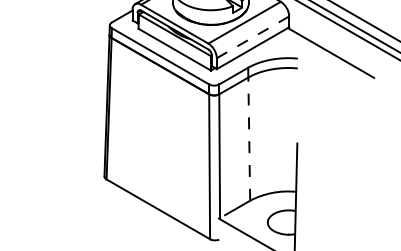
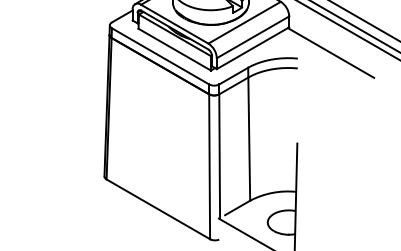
line at (253, 37): dashed -> solid
line at (249, 139): dashed -> solid
